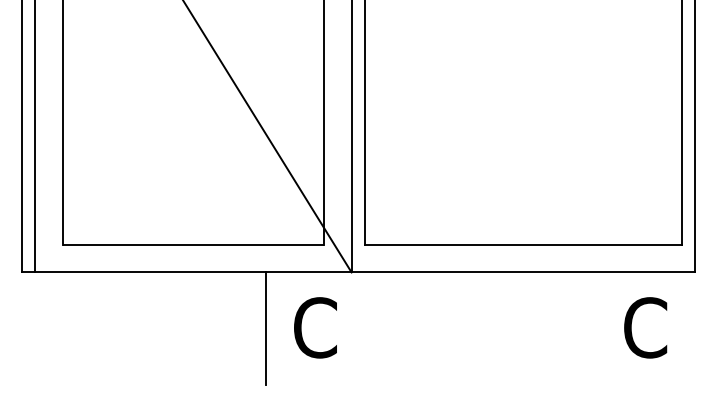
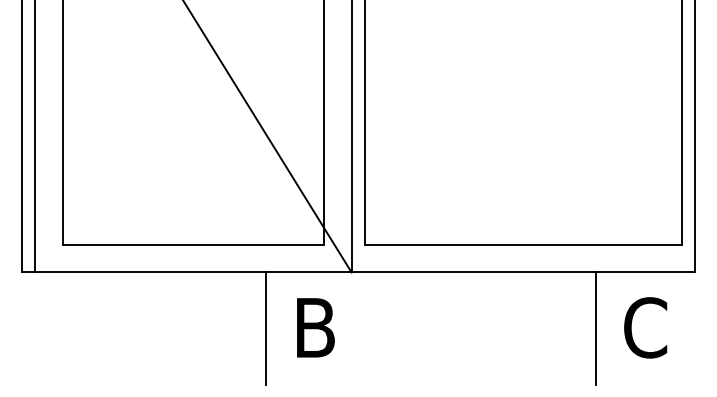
text at (315, 327): C -> B
line at (596, 328): none -> present
